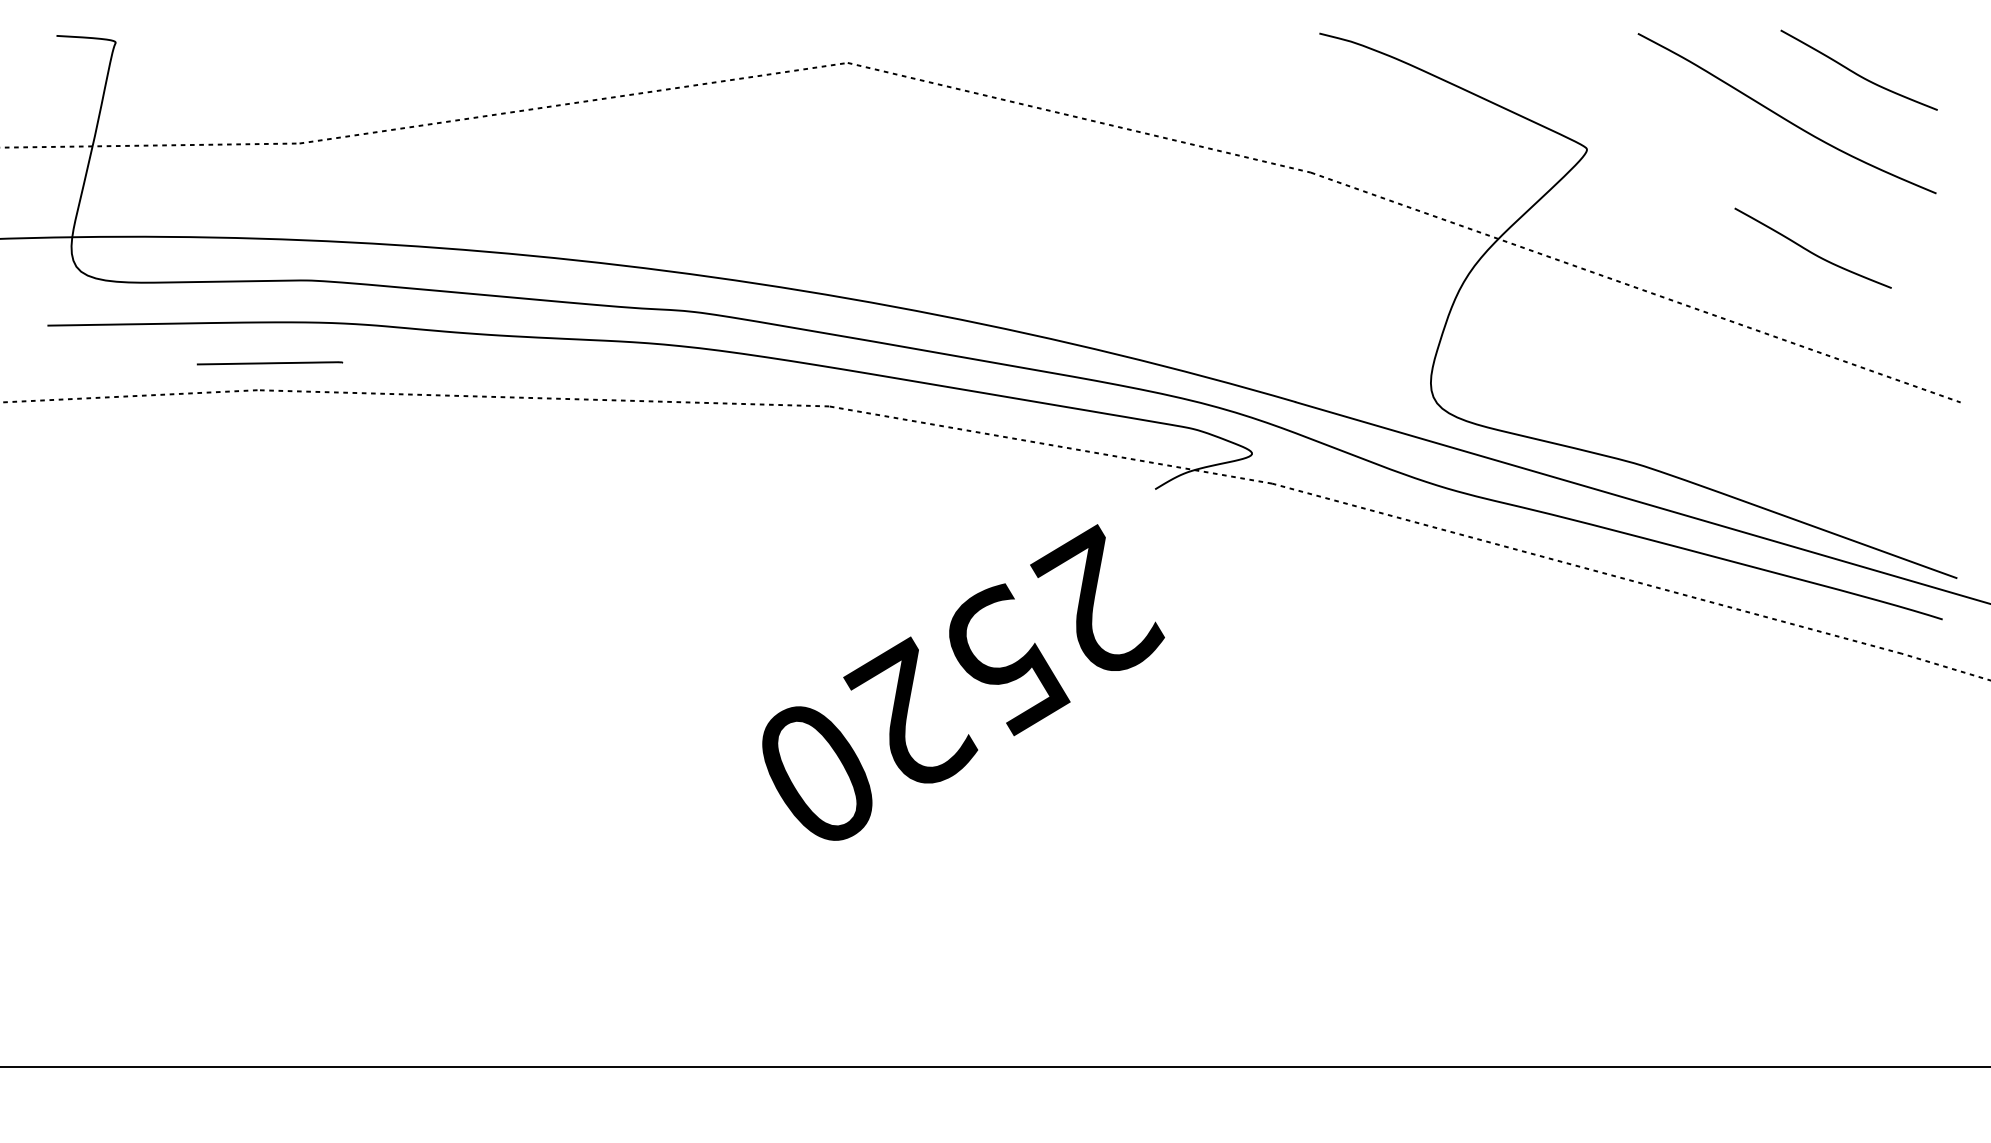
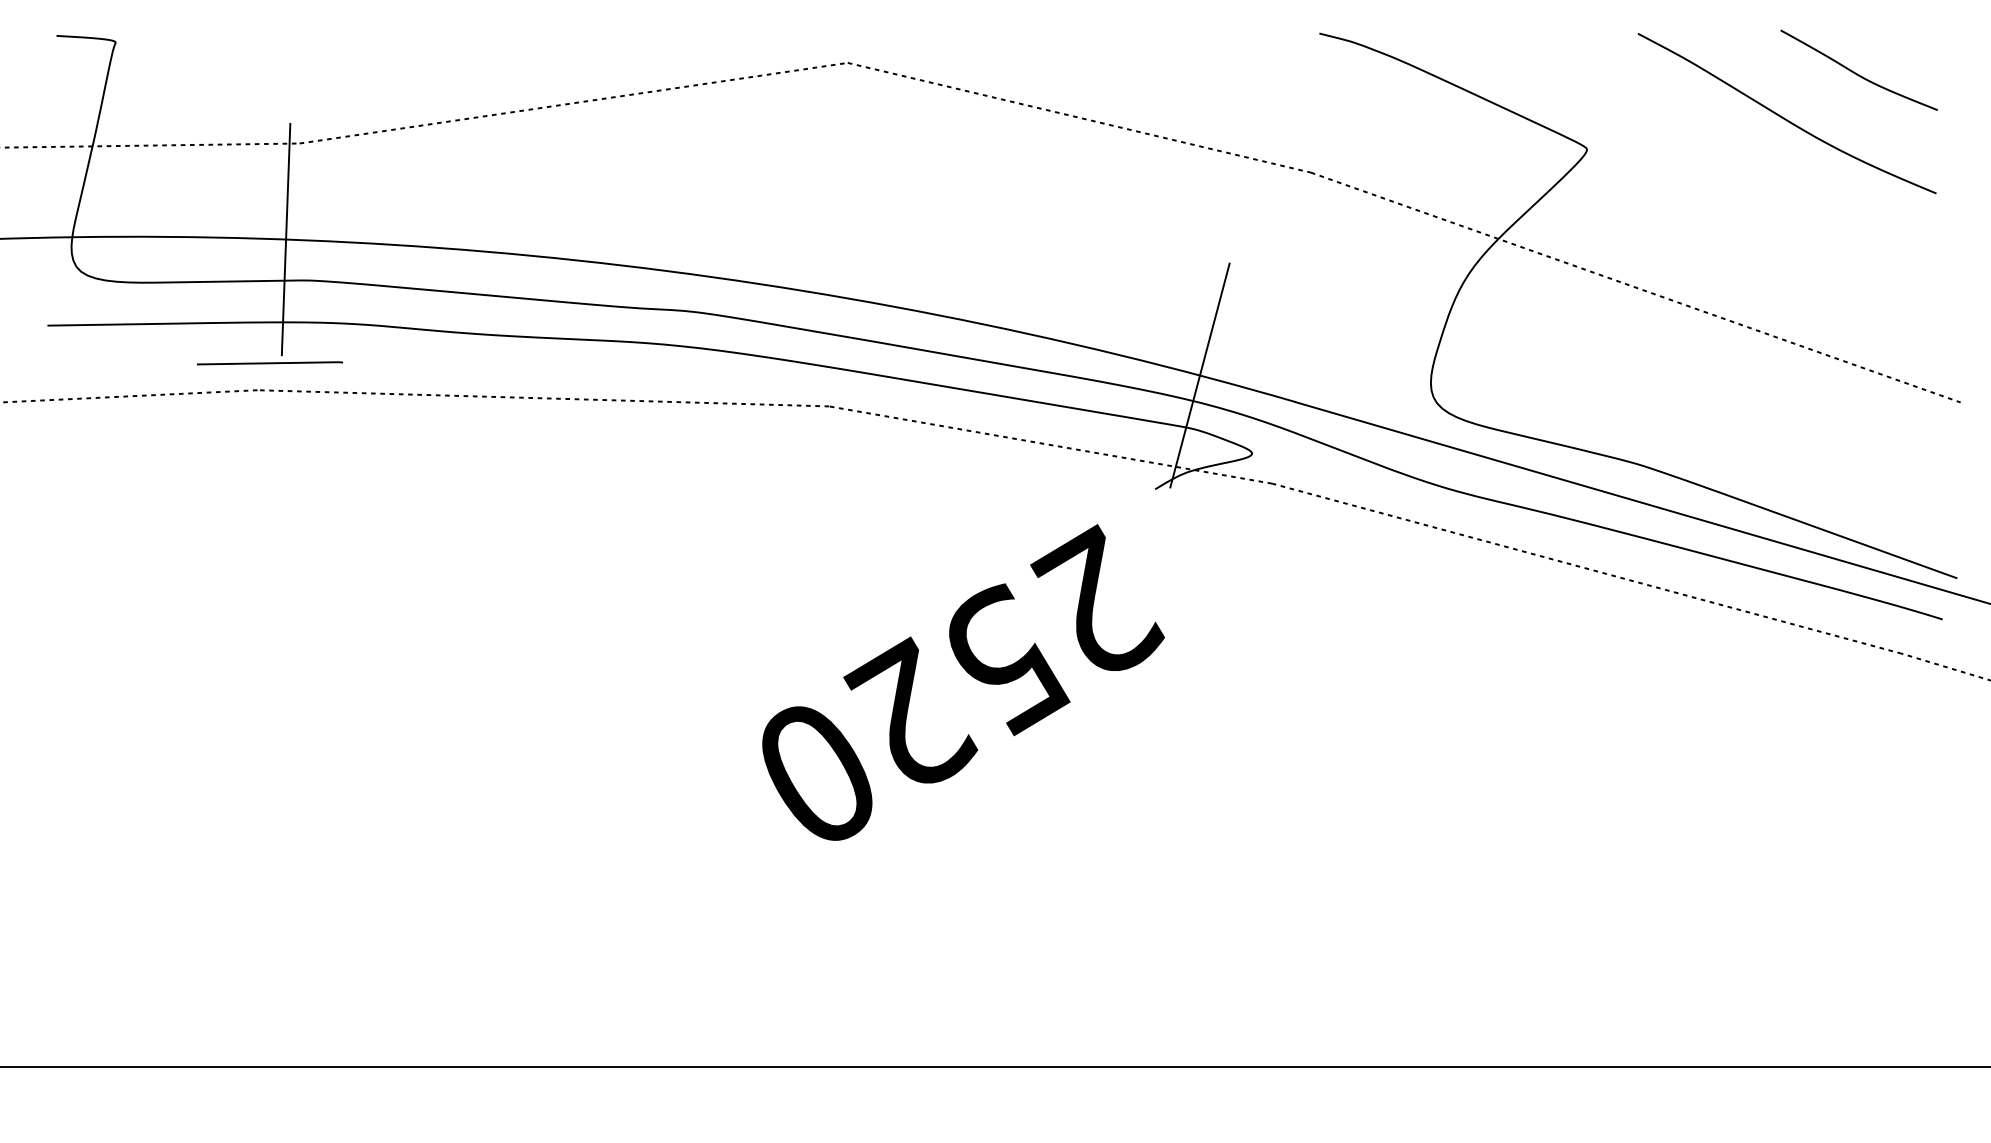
line at (285, 239): none -> present
curve at (1811, 251): present -> none
line at (1199, 375): none -> present
